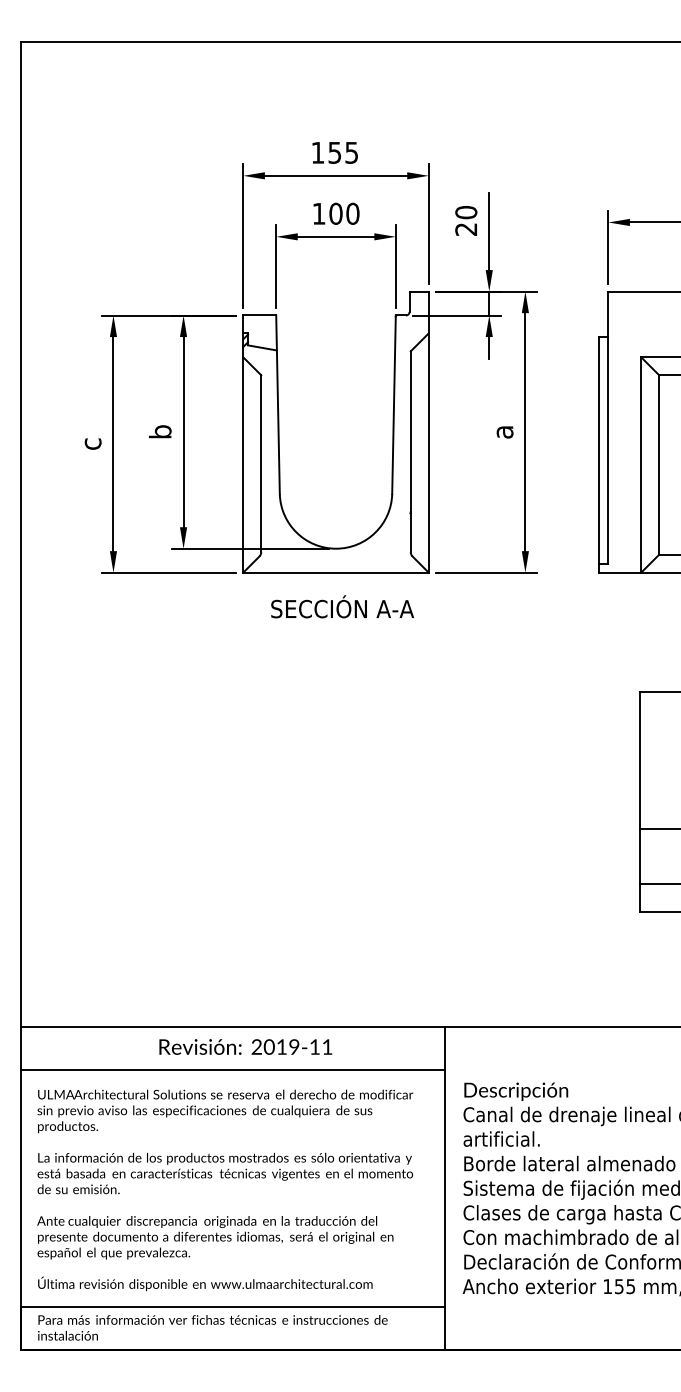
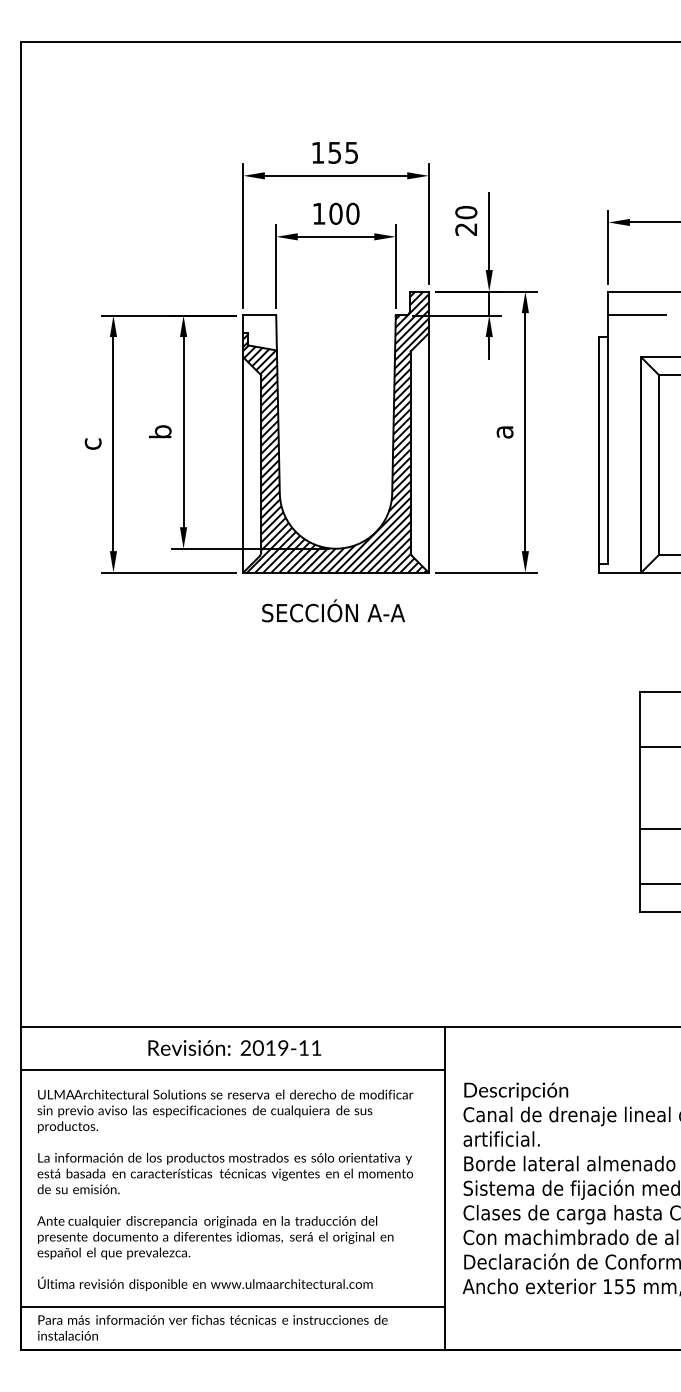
line at (636, 315): none -> present
hatch at (335, 431): none -> present
text at (342, 606) position: (342, 606) -> (333, 610)
line at (658, 746): none -> present
text at (245, 1046) position: (245, 1046) -> (234, 1047)
